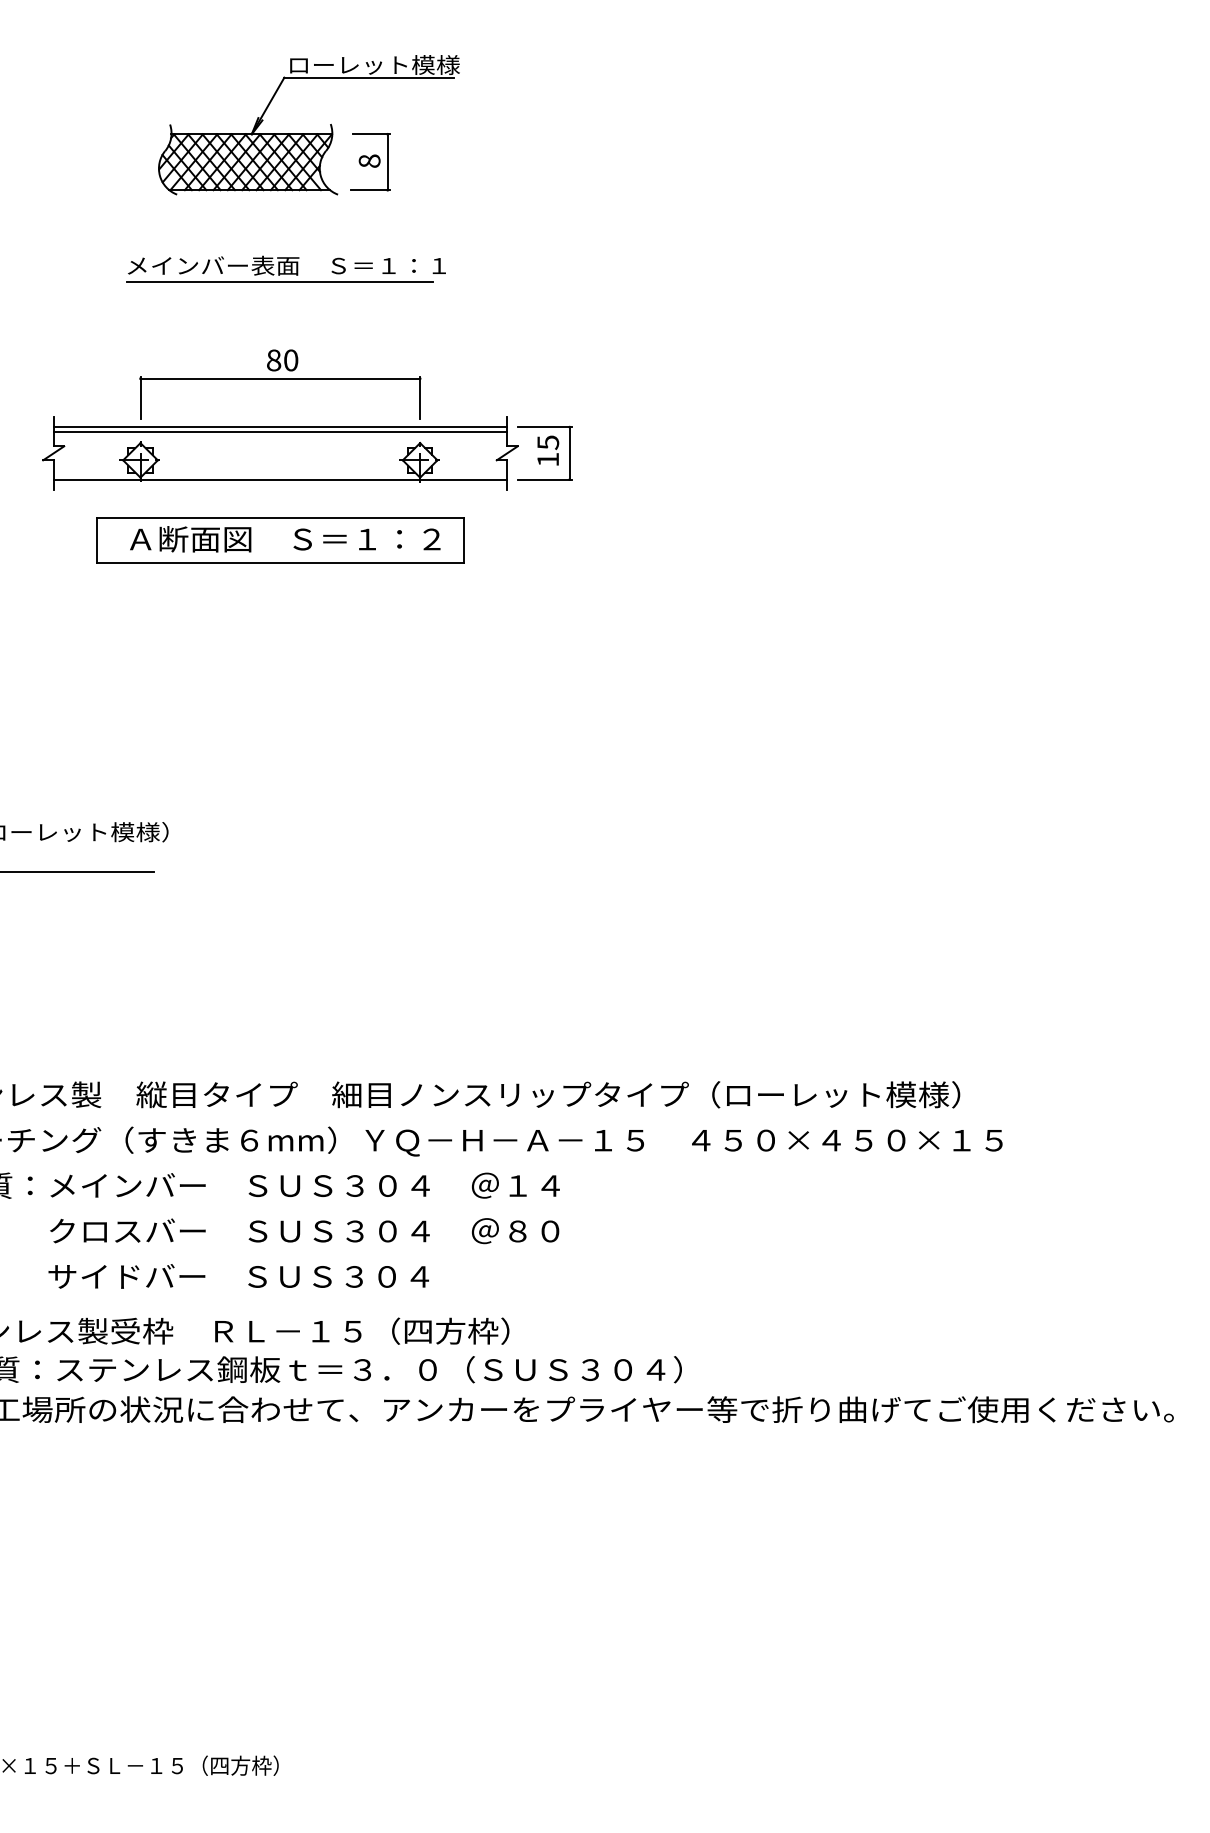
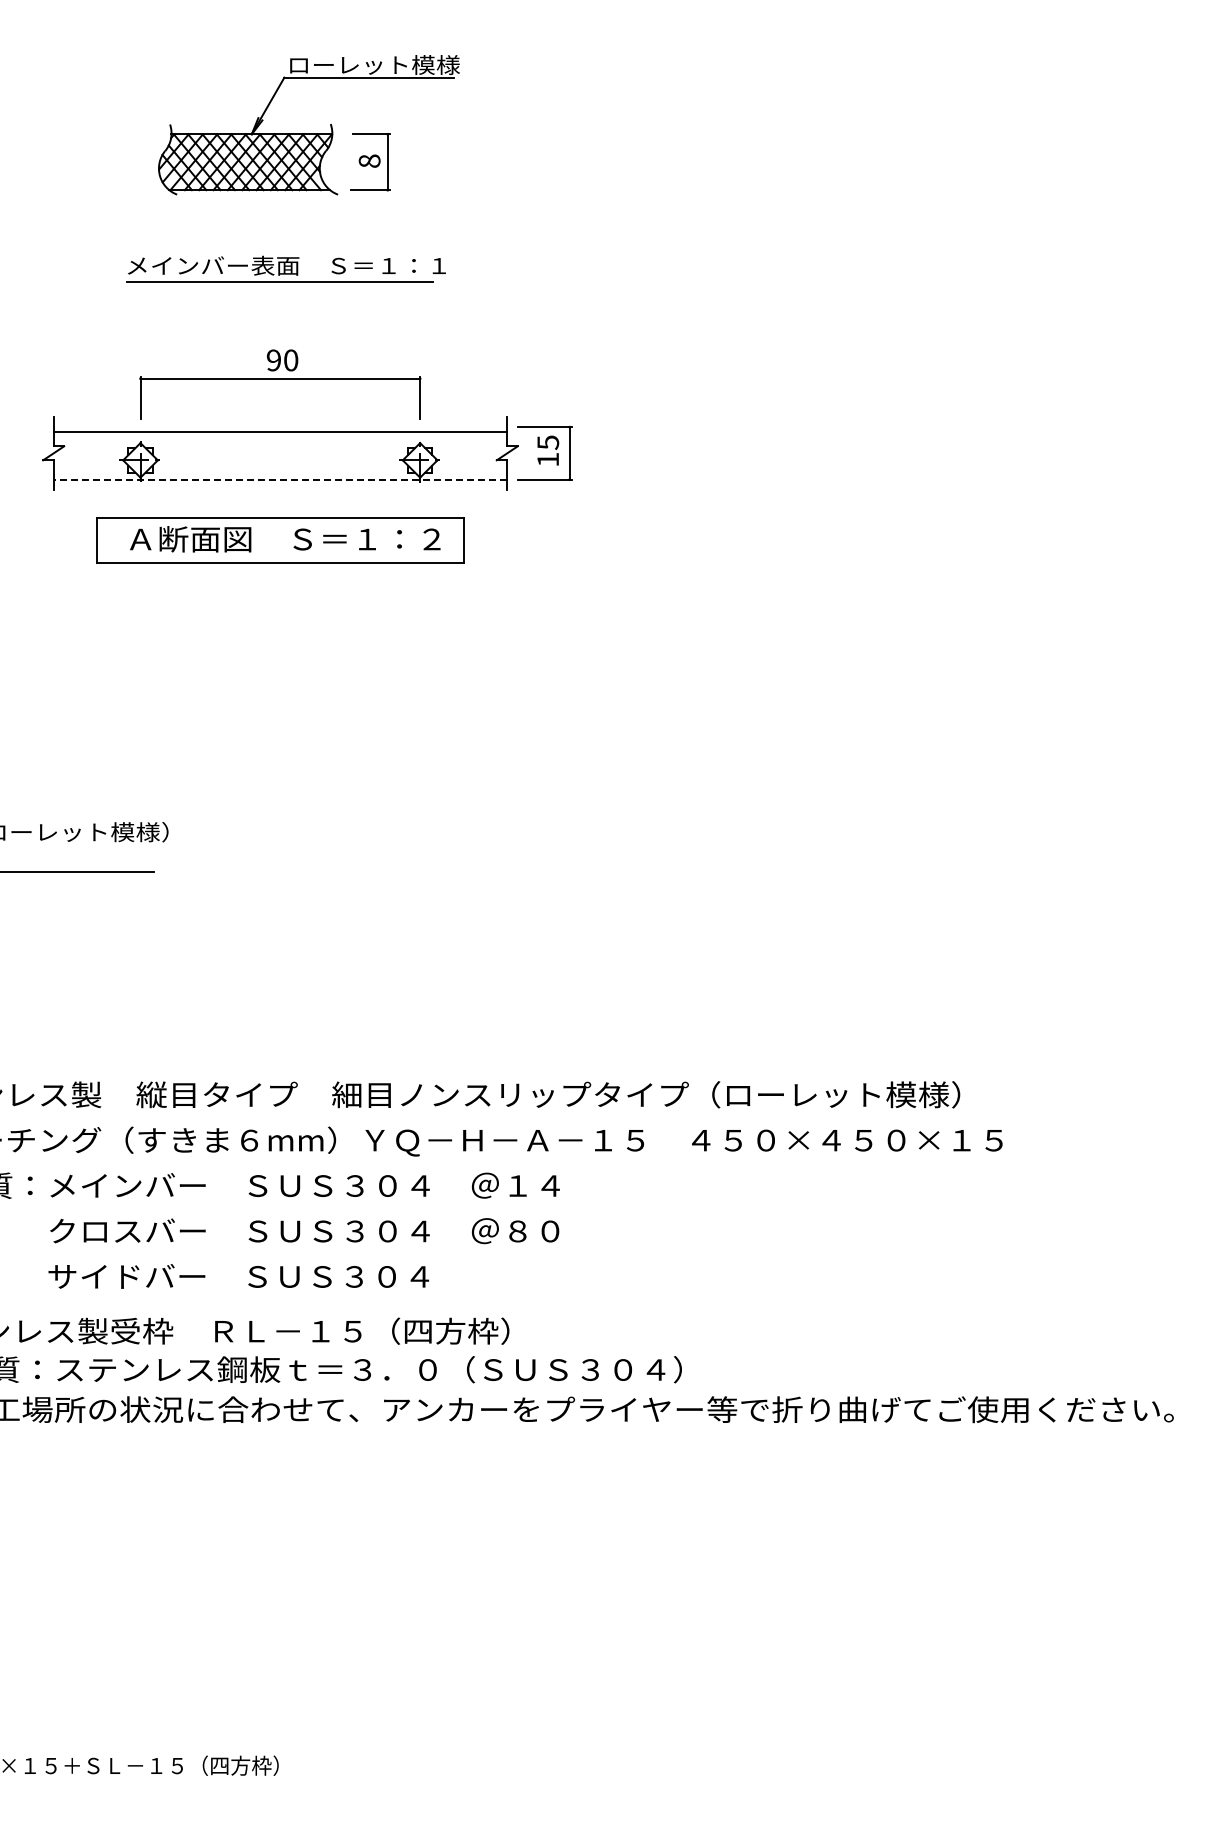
text at (273, 360): 80 -> 90
line at (280, 427): present -> none
line at (280, 479): solid -> dashed
